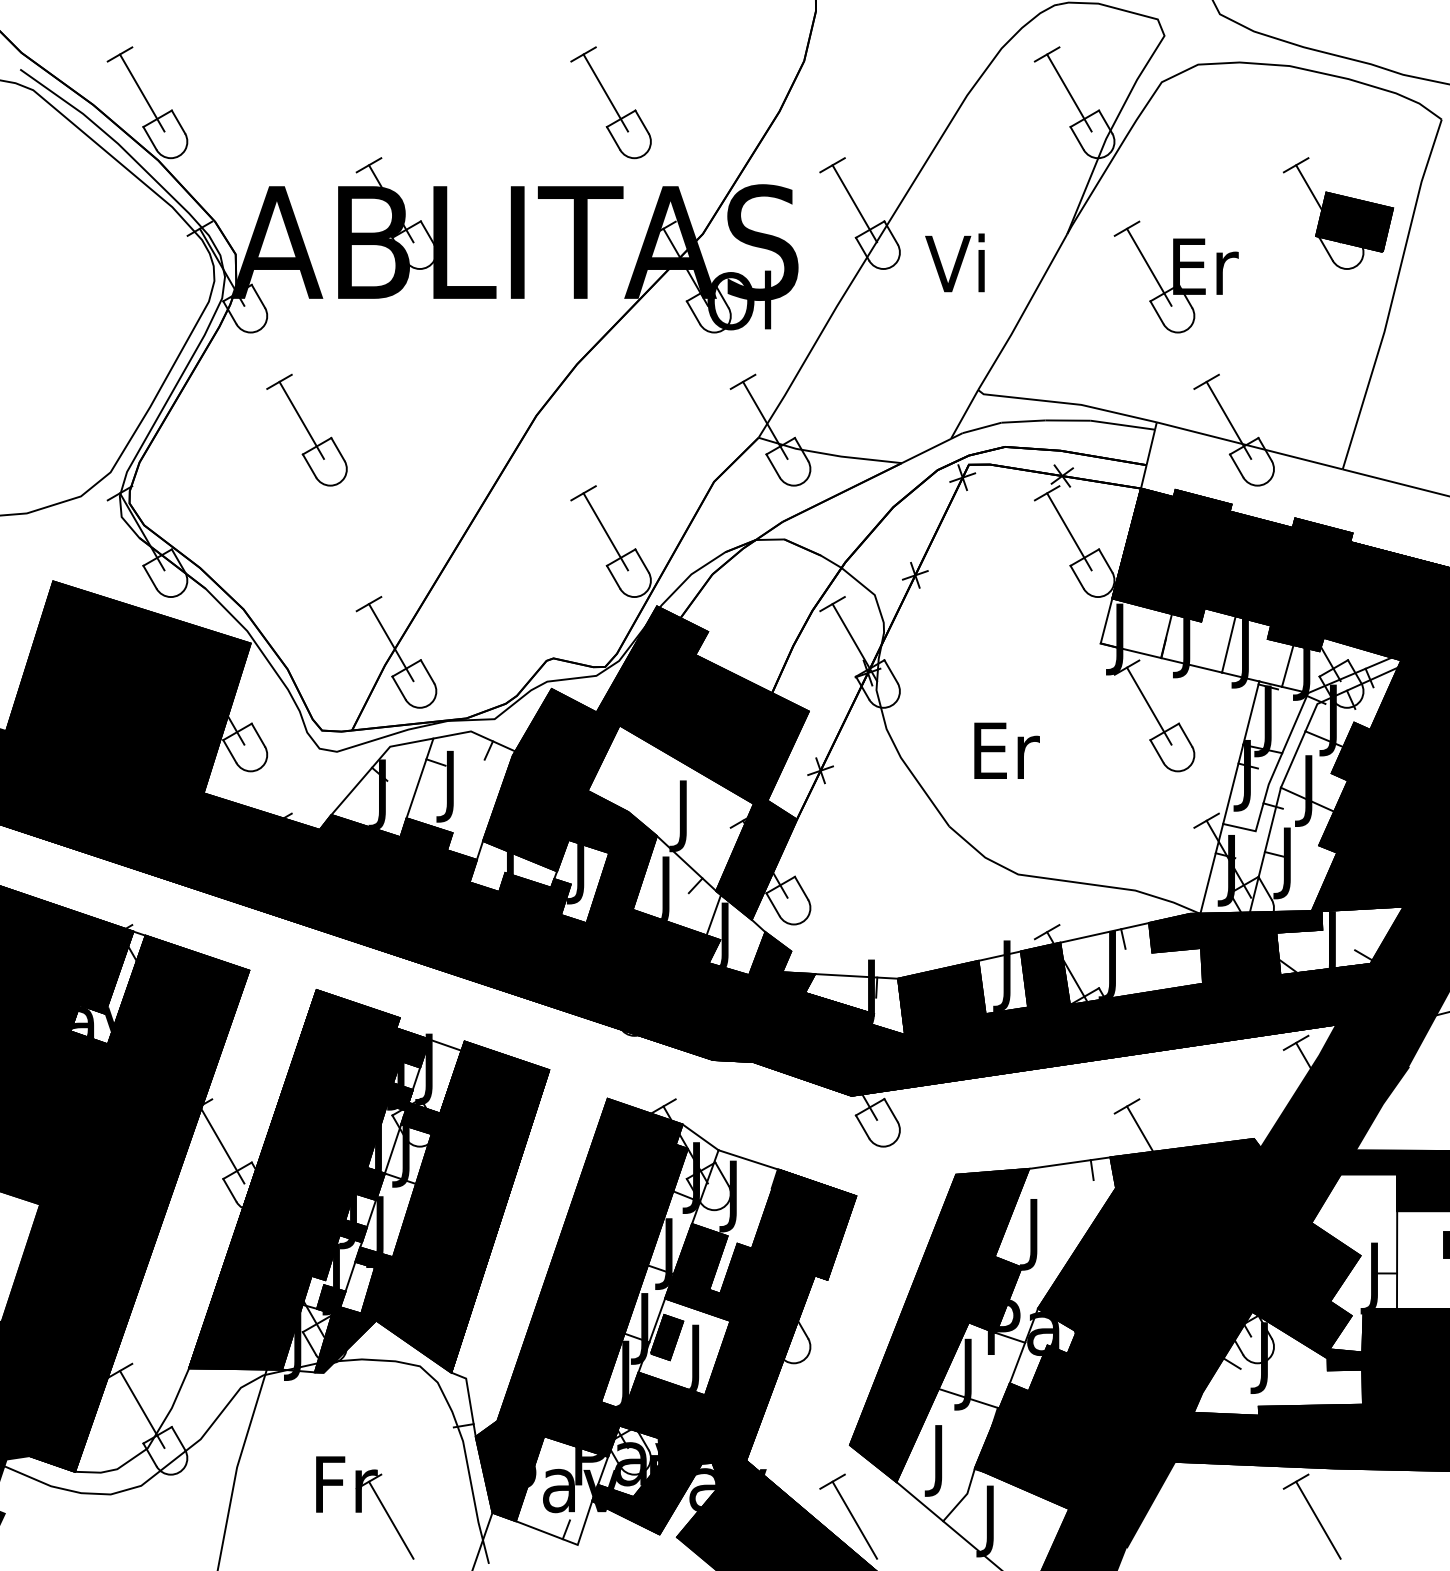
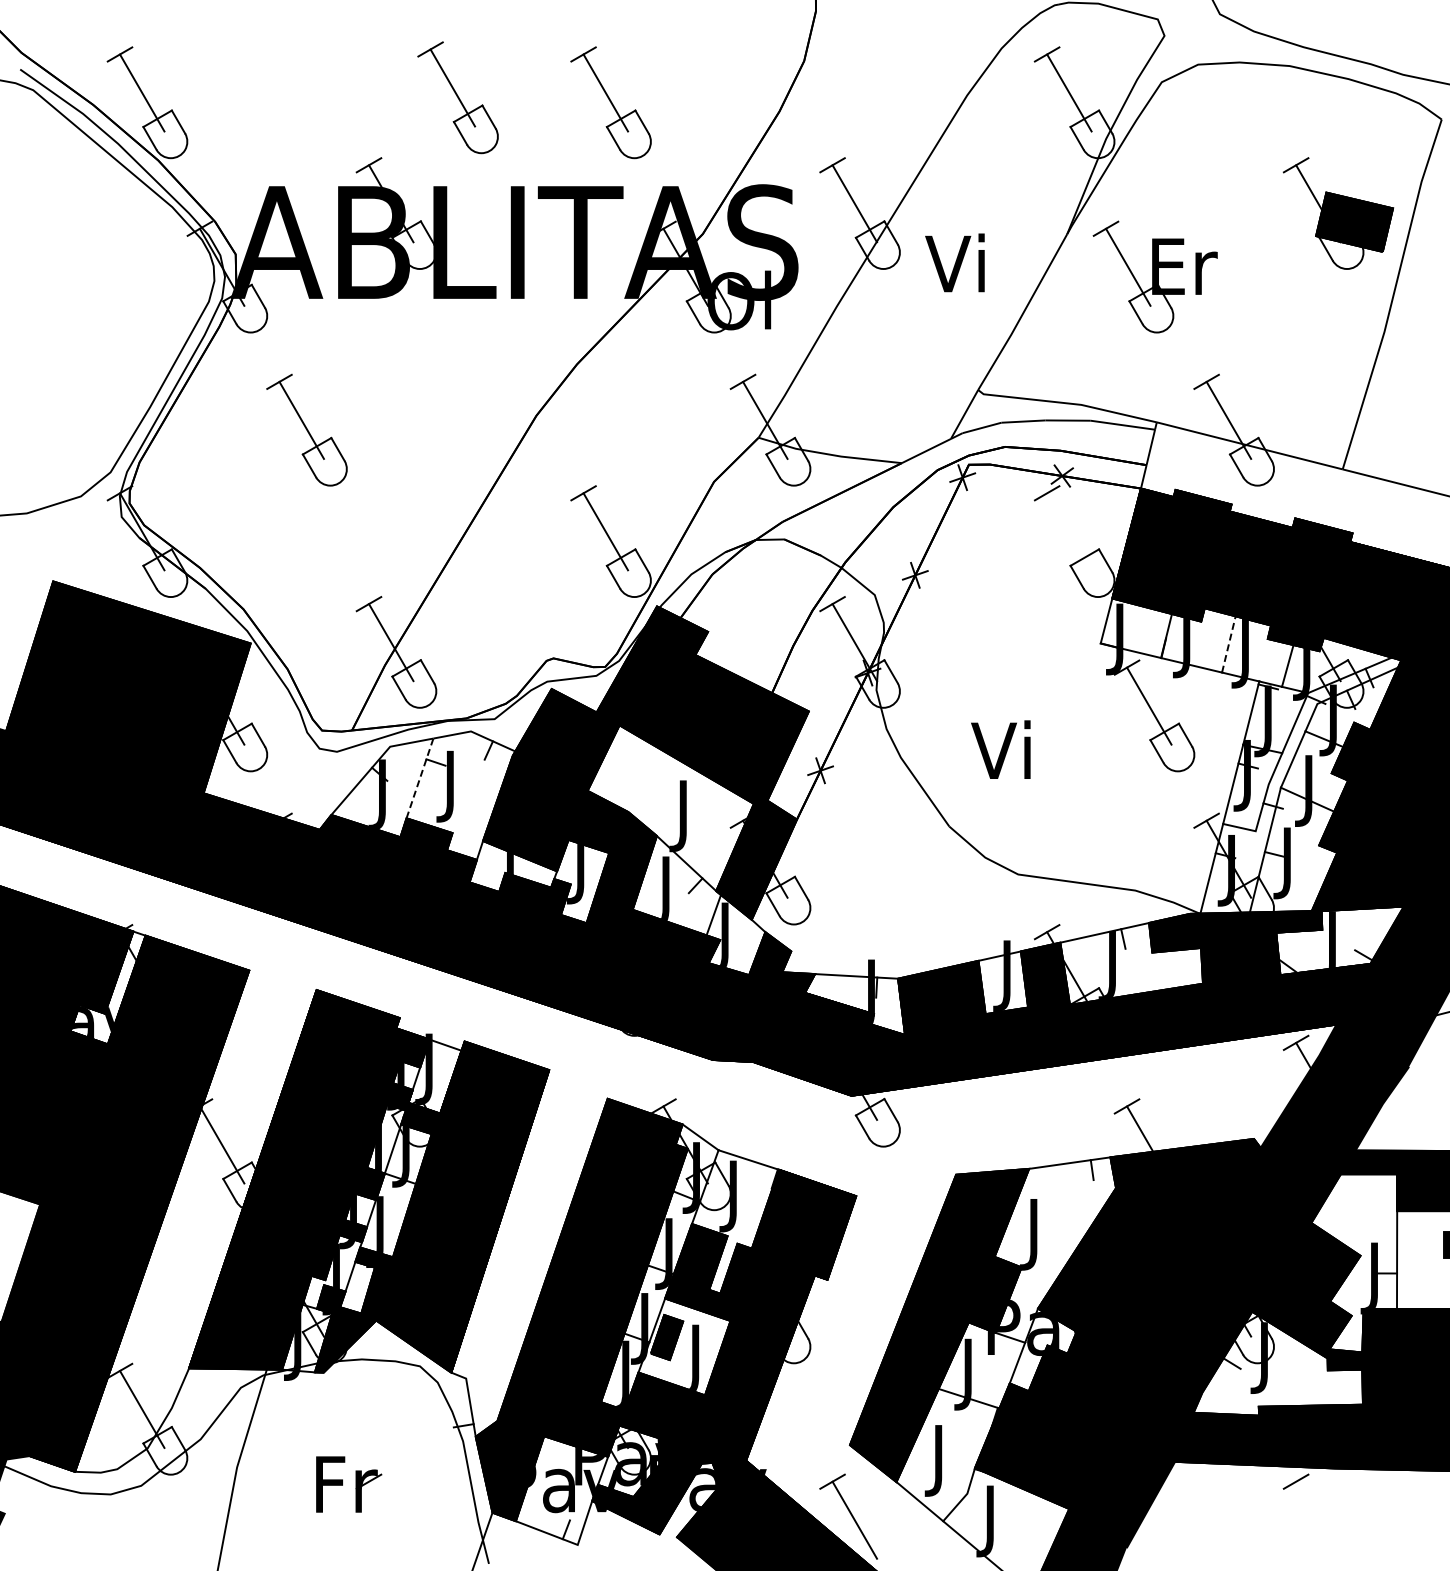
part at (457, 97): none -> present
part at (1175, 276) position: (1175, 276) -> (1154, 276)
line at (1069, 531): present -> none
line at (1228, 644): solid -> dashed
text at (1005, 749): Er -> Vi
line at (420, 777): solid -> dashed
line at (391, 1519): present -> none
line at (1318, 1519): present -> none
